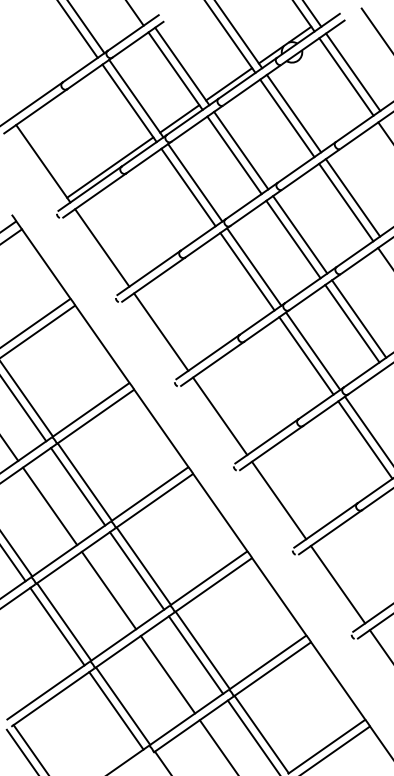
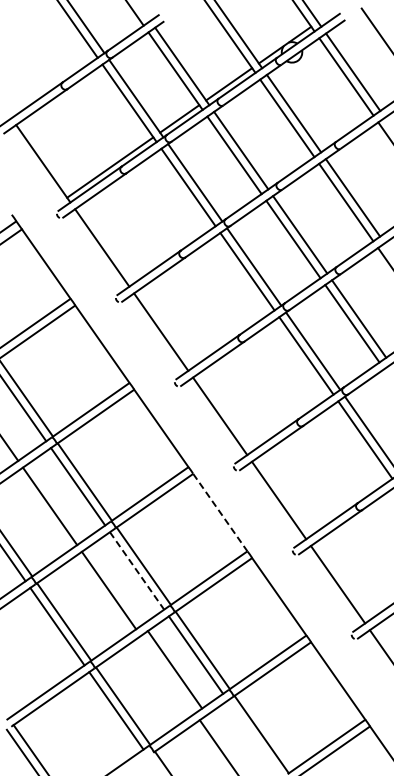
line at (220, 513): solid -> dashed
line at (137, 571): solid -> dashed
line at (167, 674) position: (167, 674) -> (174, 669)
line at (252, 736): present -> none
